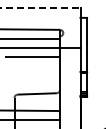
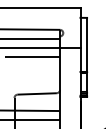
line at (40, 7): dashed -> solid
